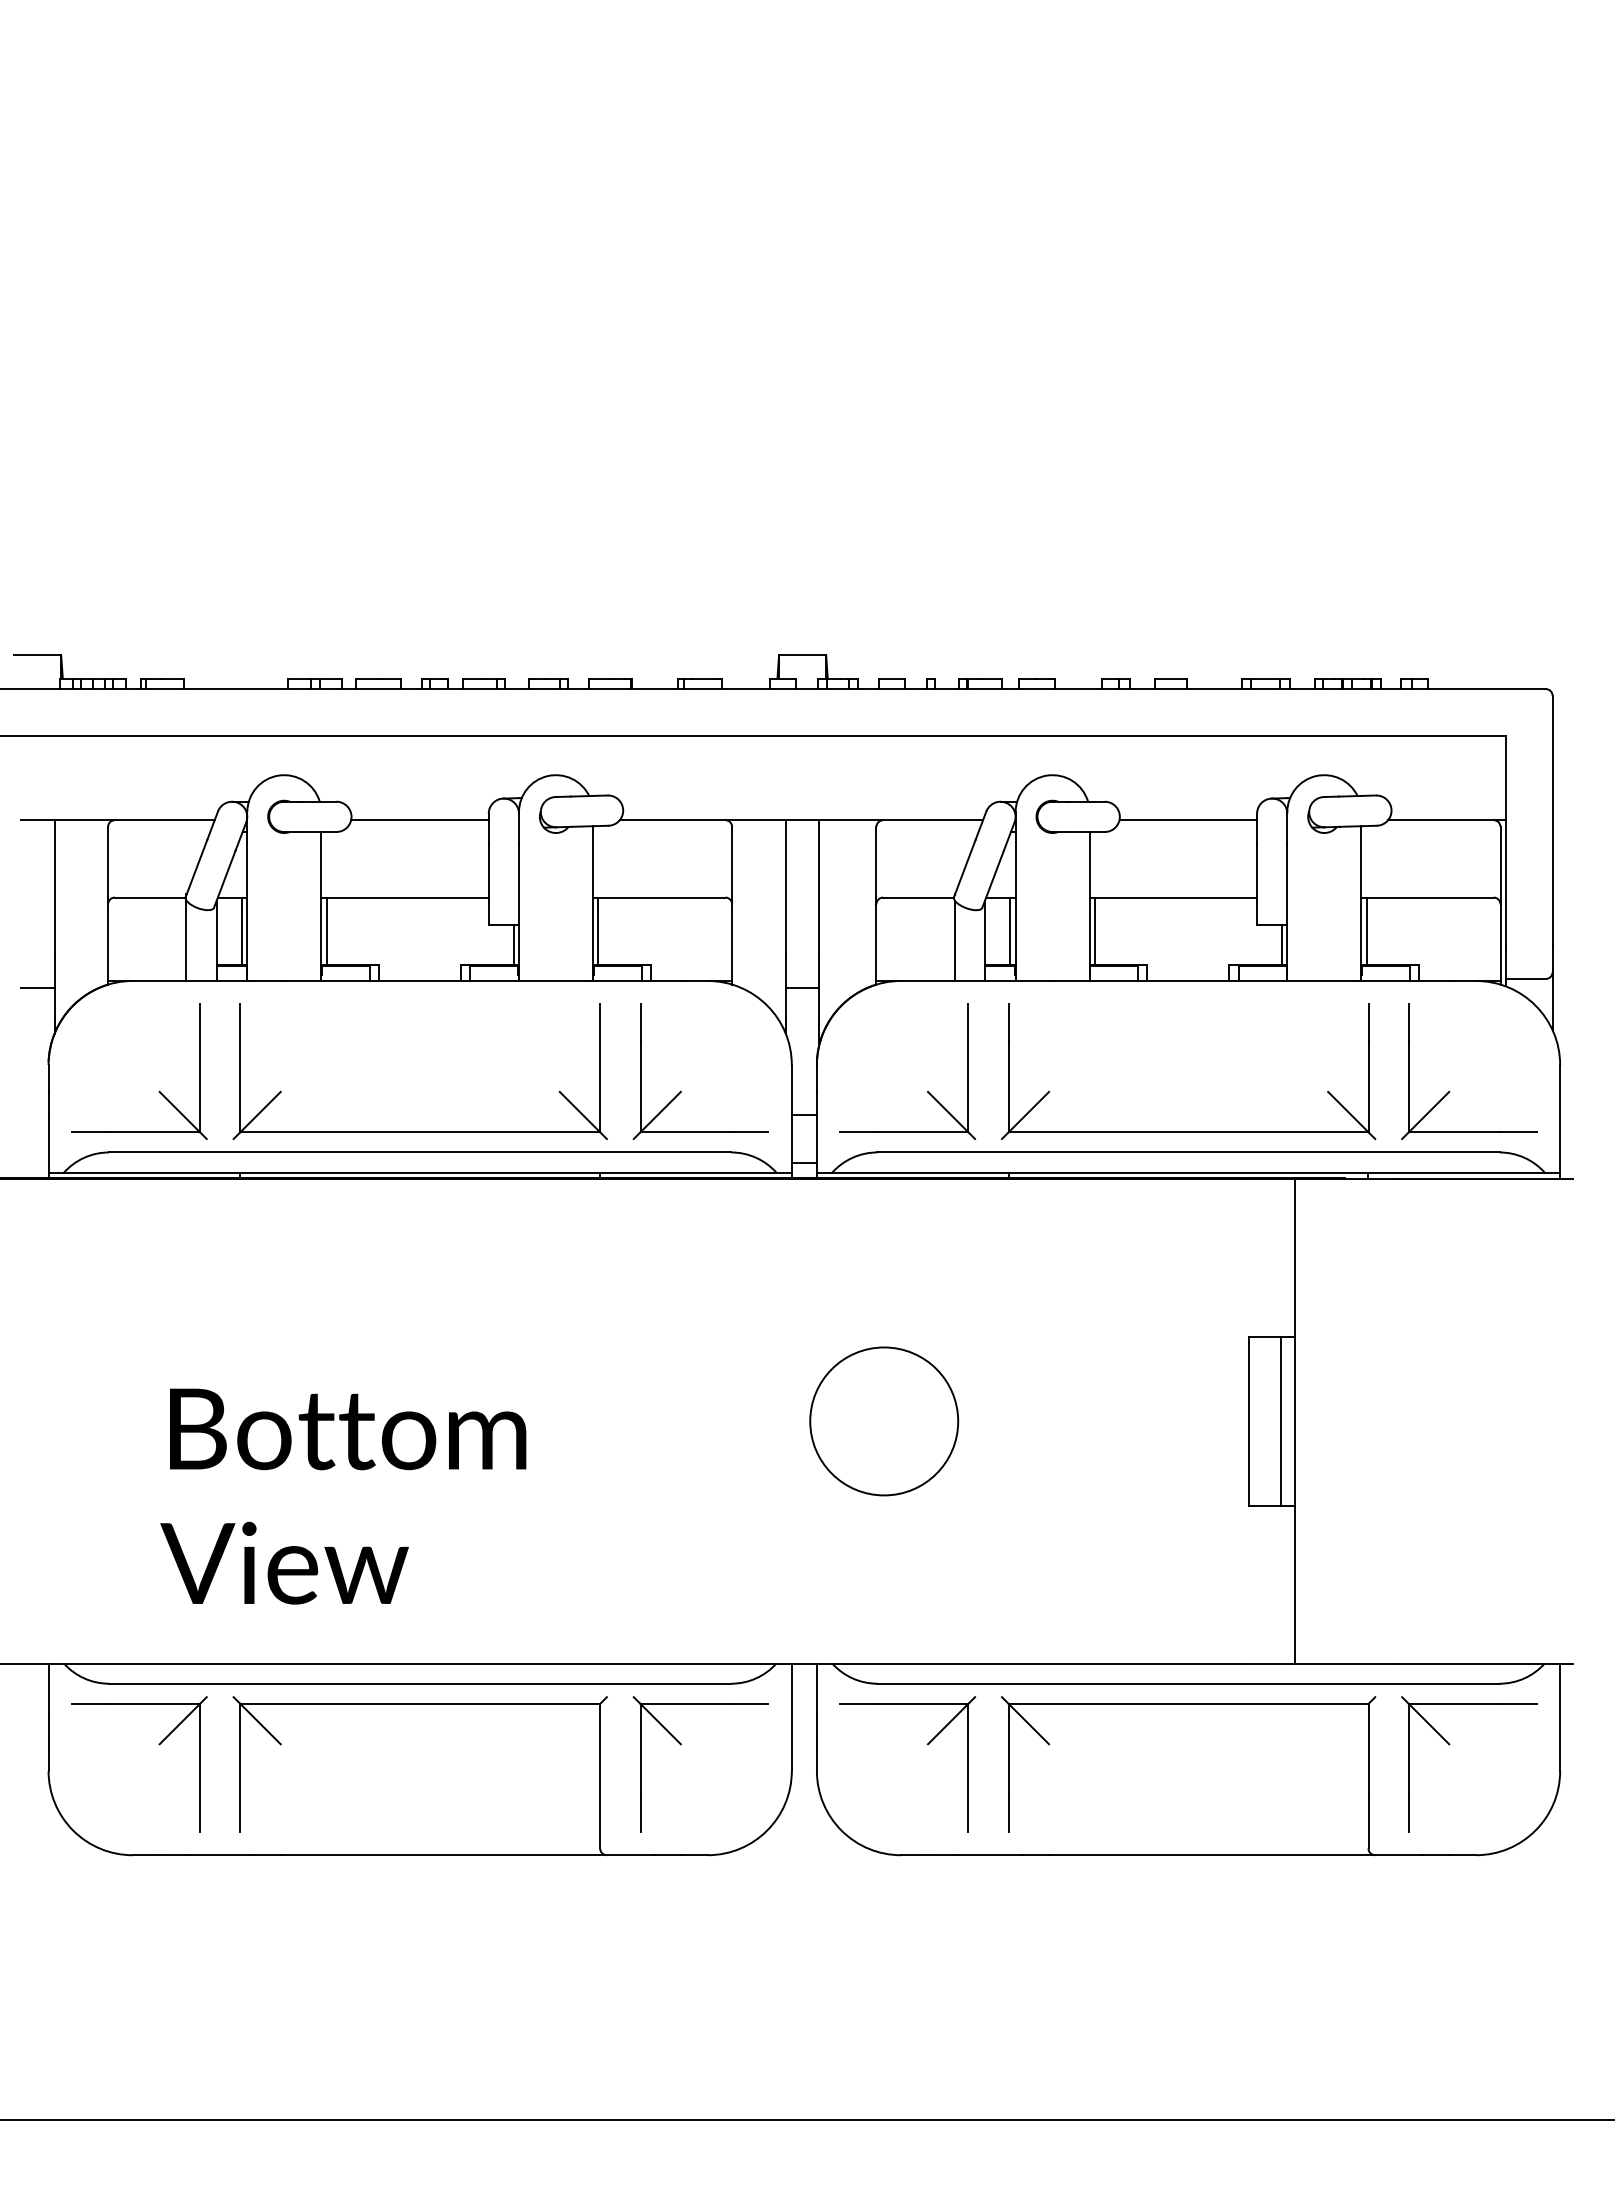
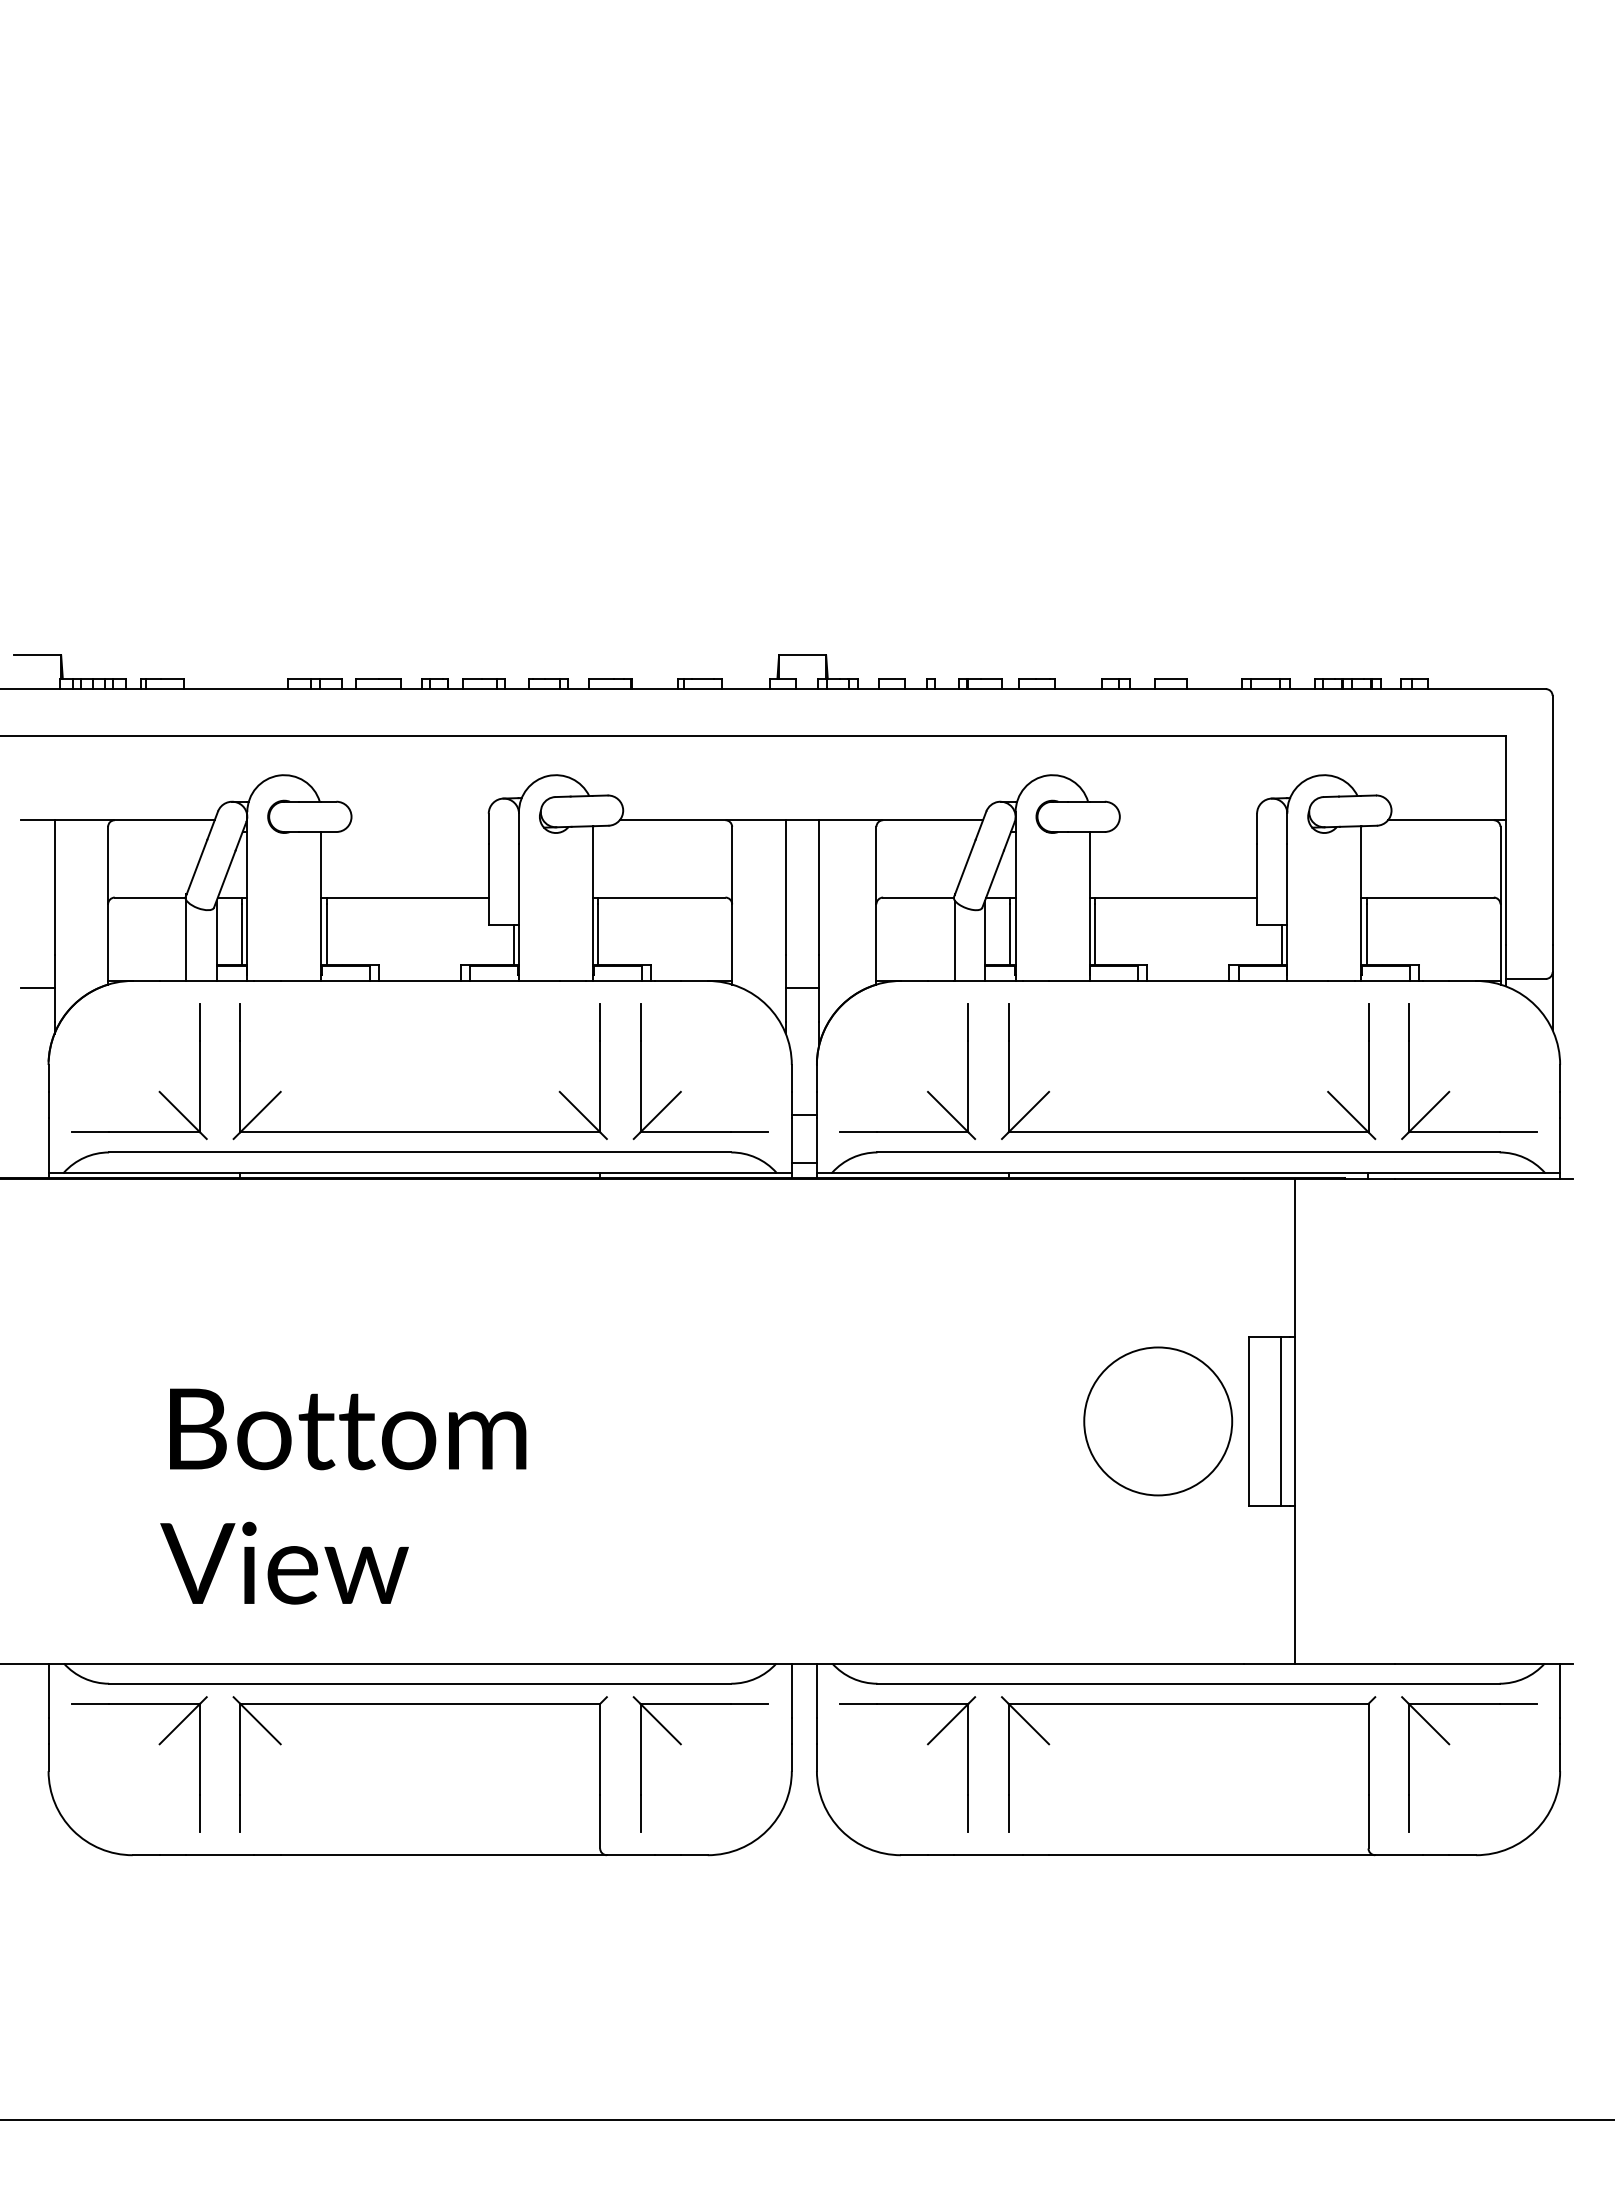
line at (419, 820): present -> none
line at (1188, 820): present -> none
circle at (884, 1421) position: (884, 1421) -> (1158, 1421)
